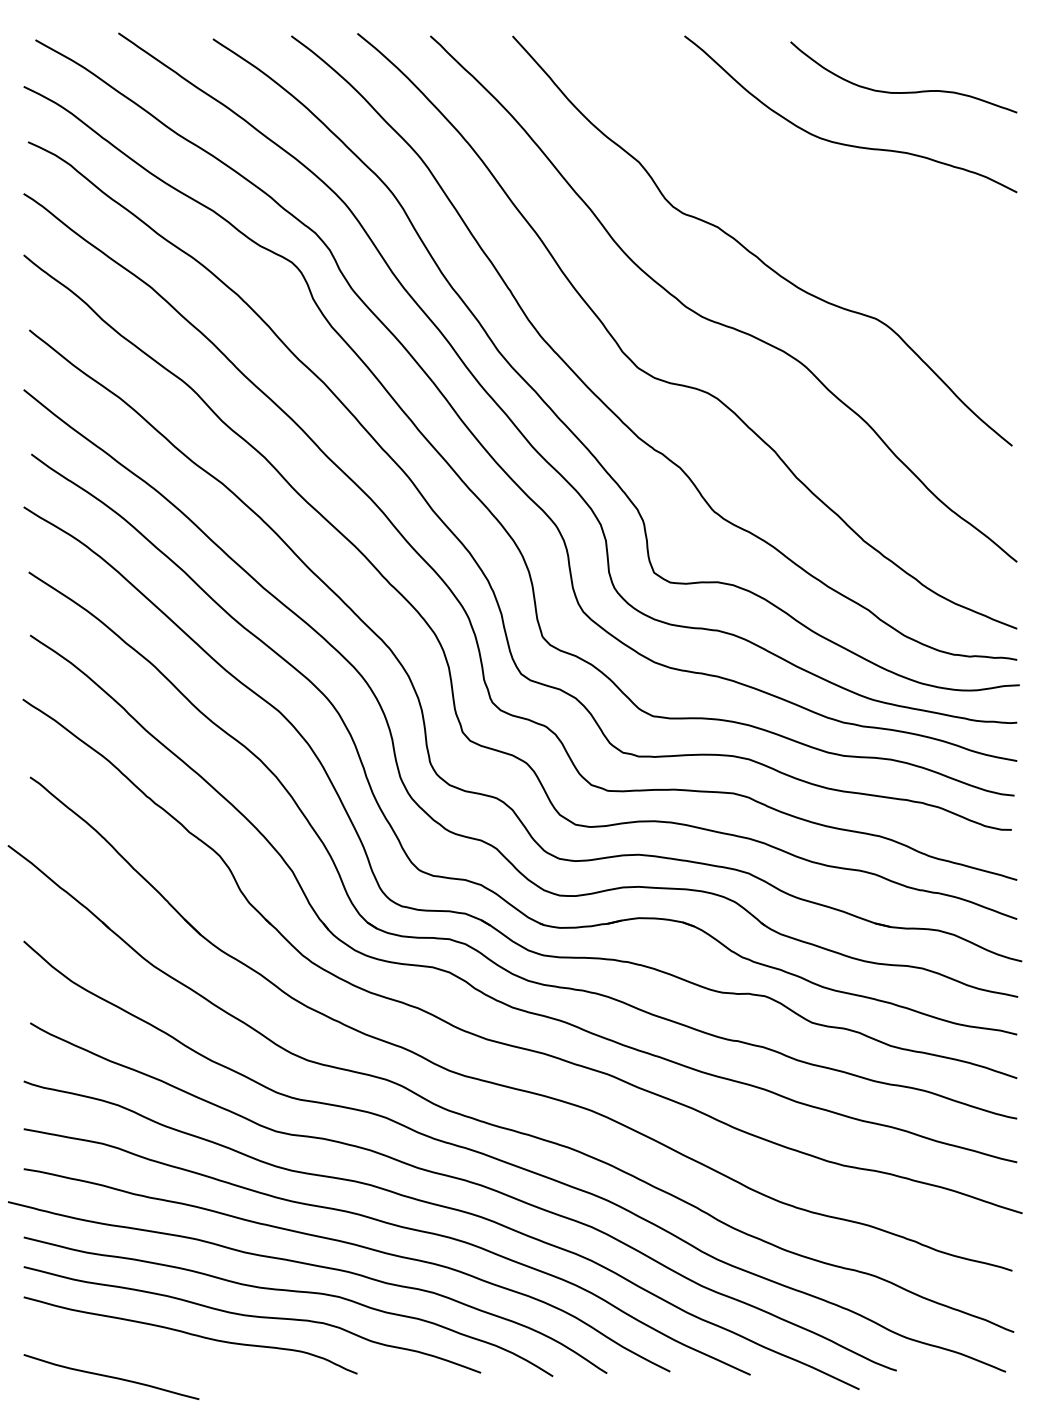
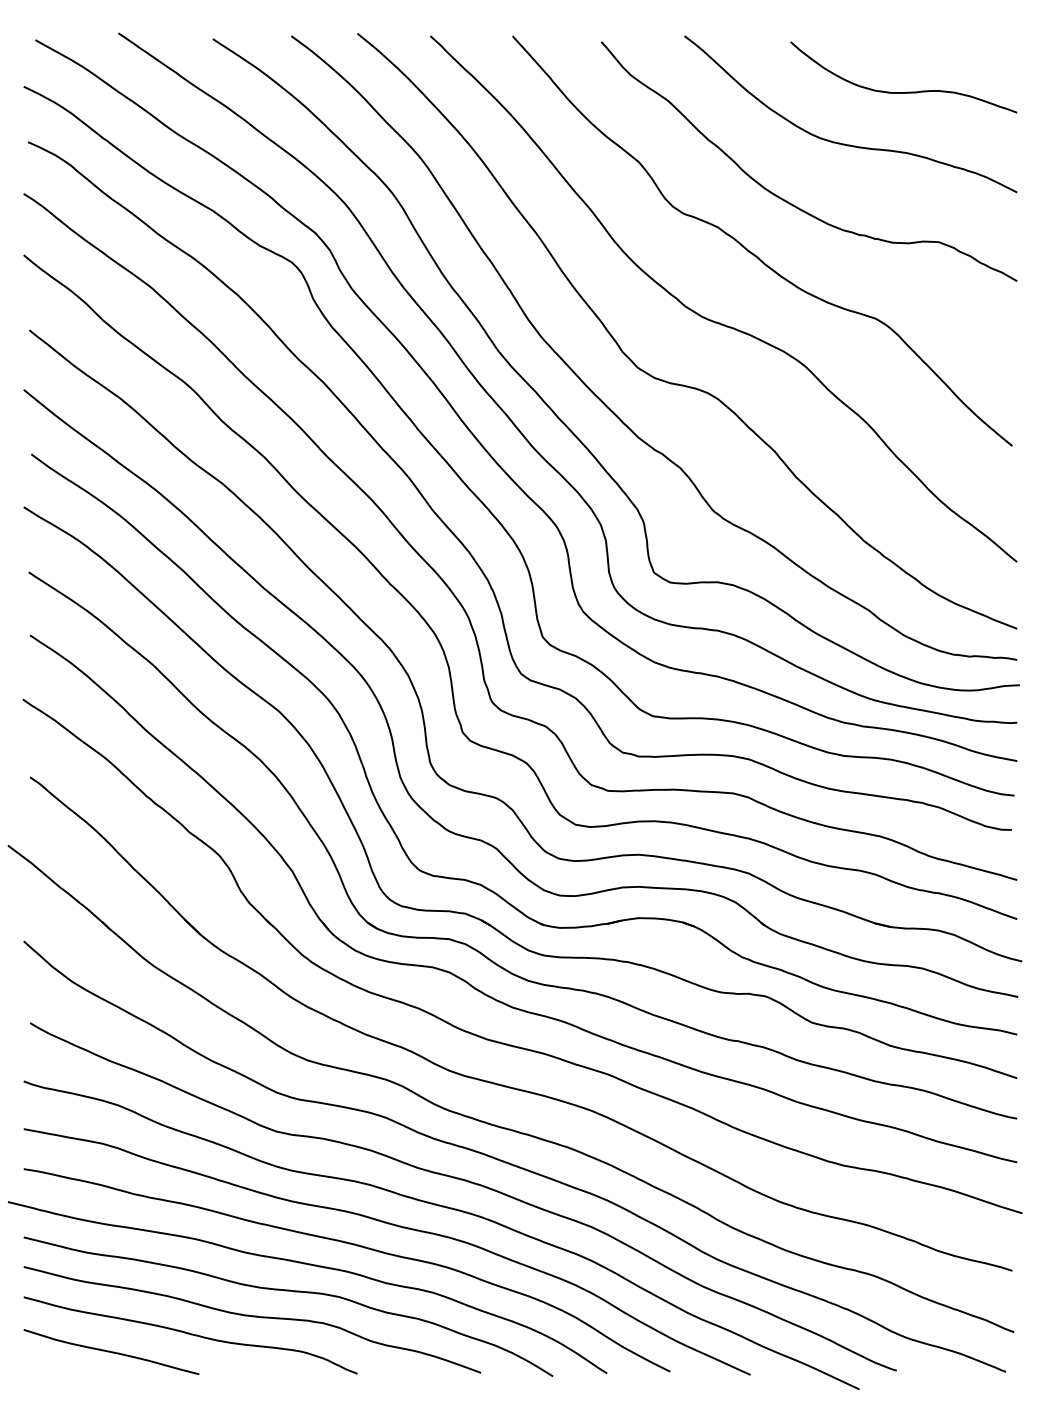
curve at (788, 201): none -> present
curve at (111, 1377) position: (111, 1377) -> (111, 1352)
